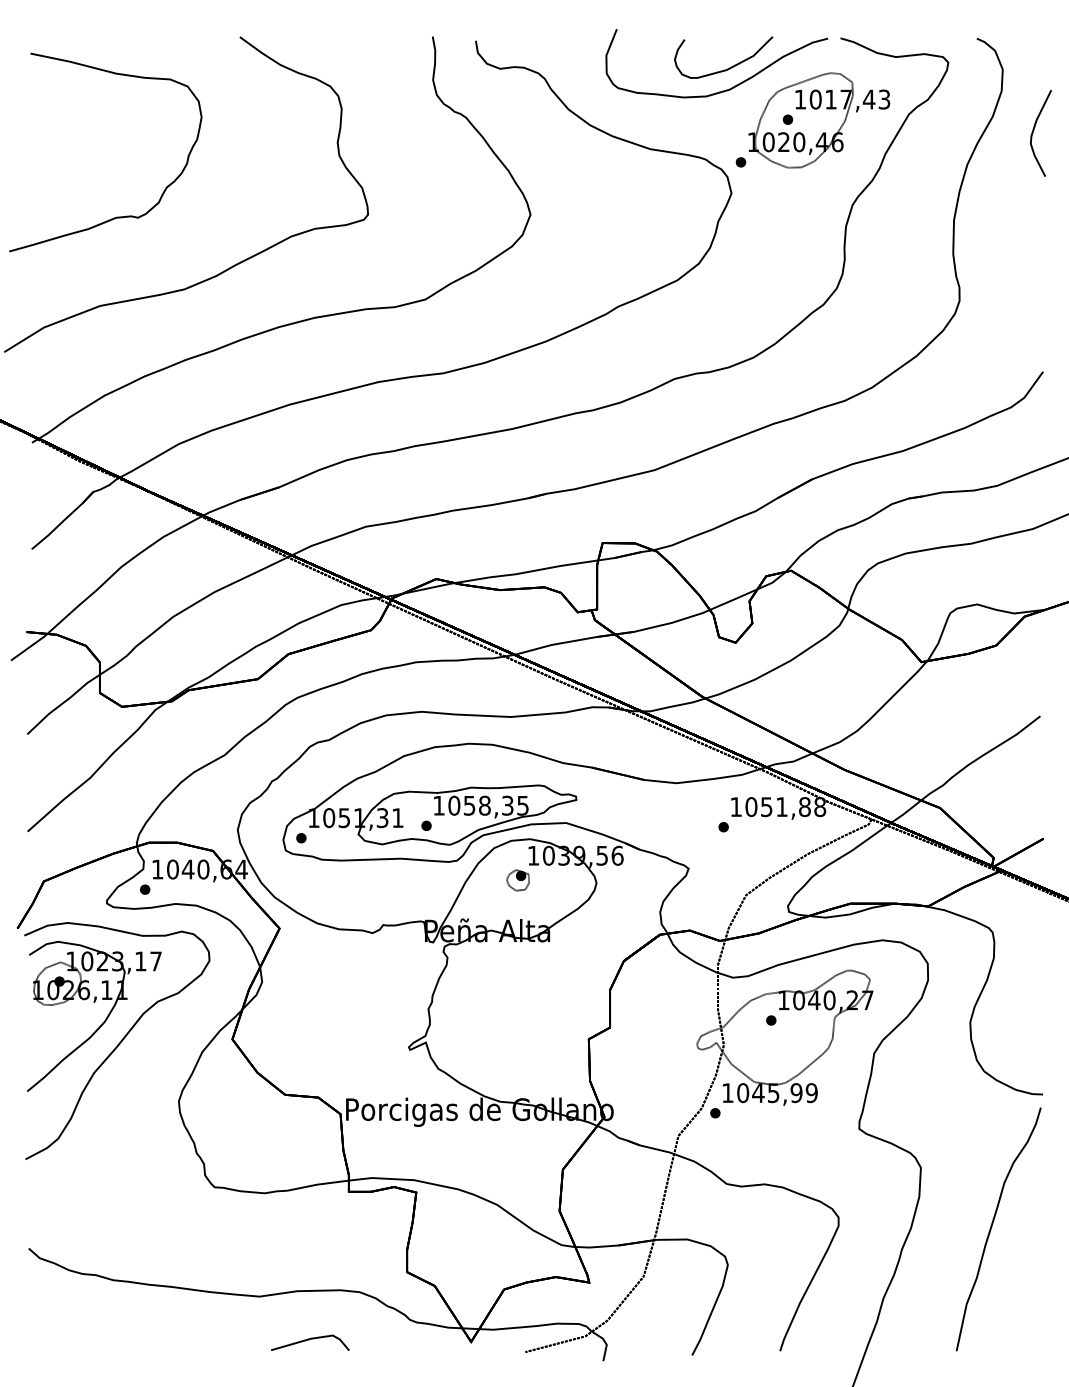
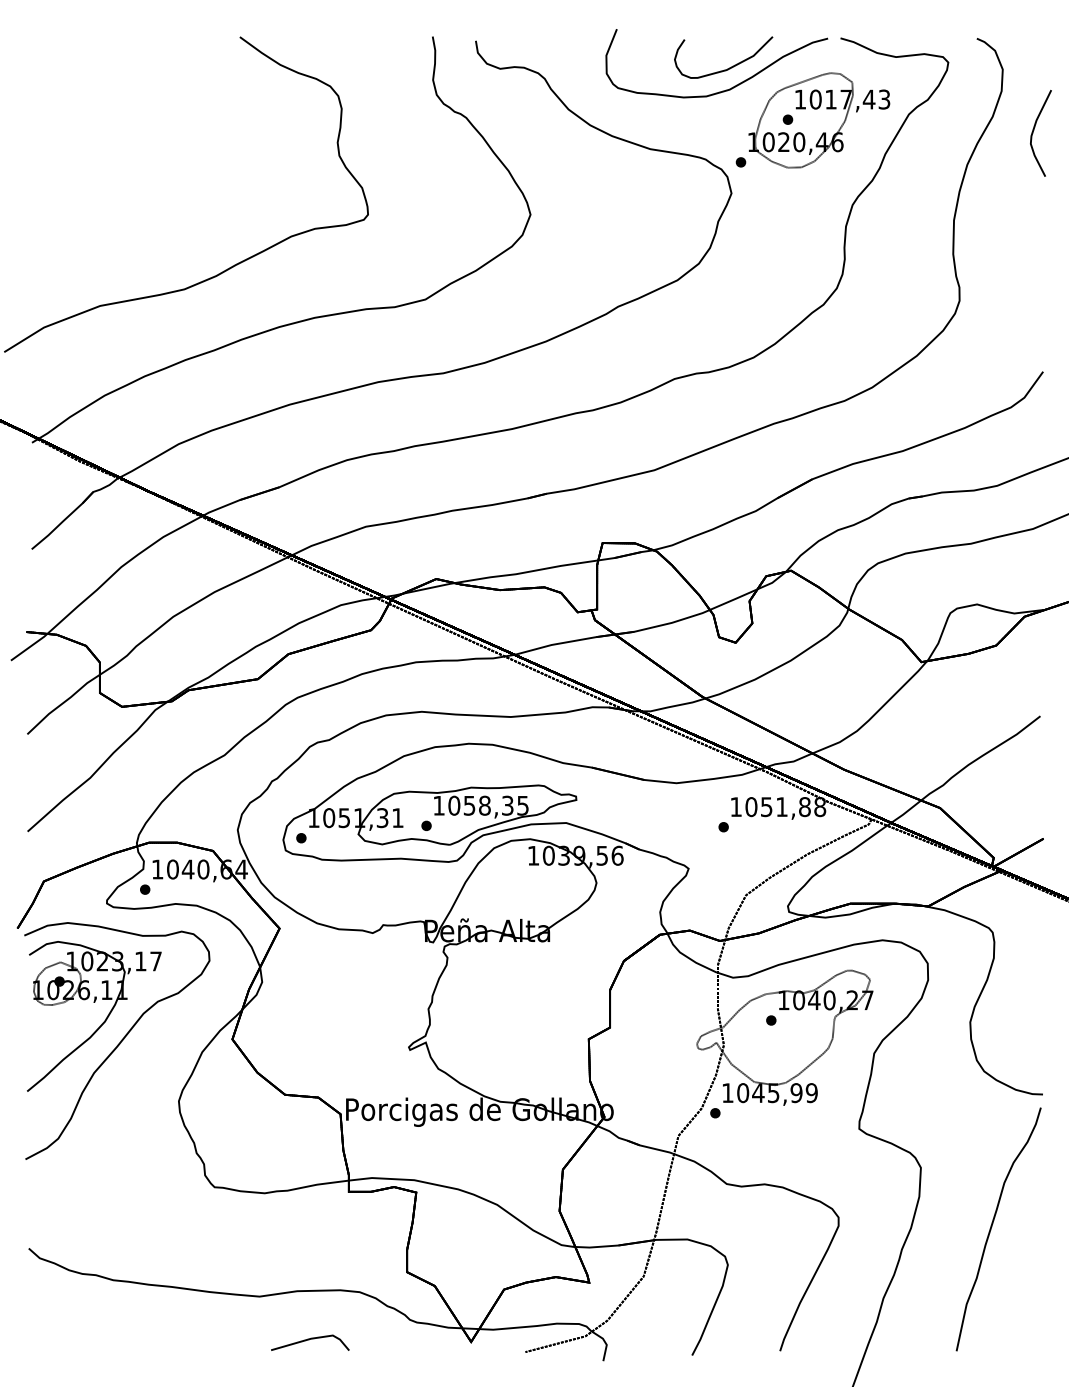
part at (116, 216): present -> none
part at (517, 880): present -> none
